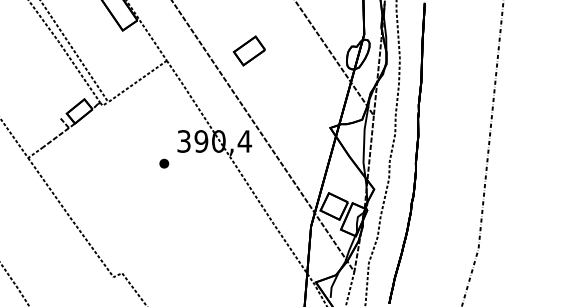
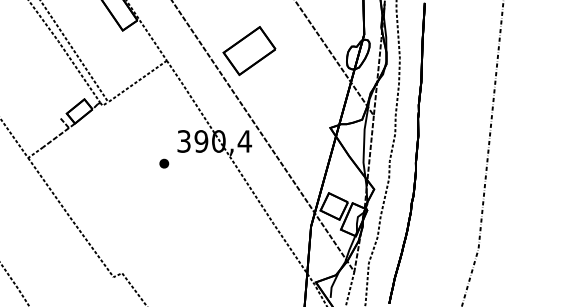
part at (248, 50) size: 34x32 px -> 55x50 px
